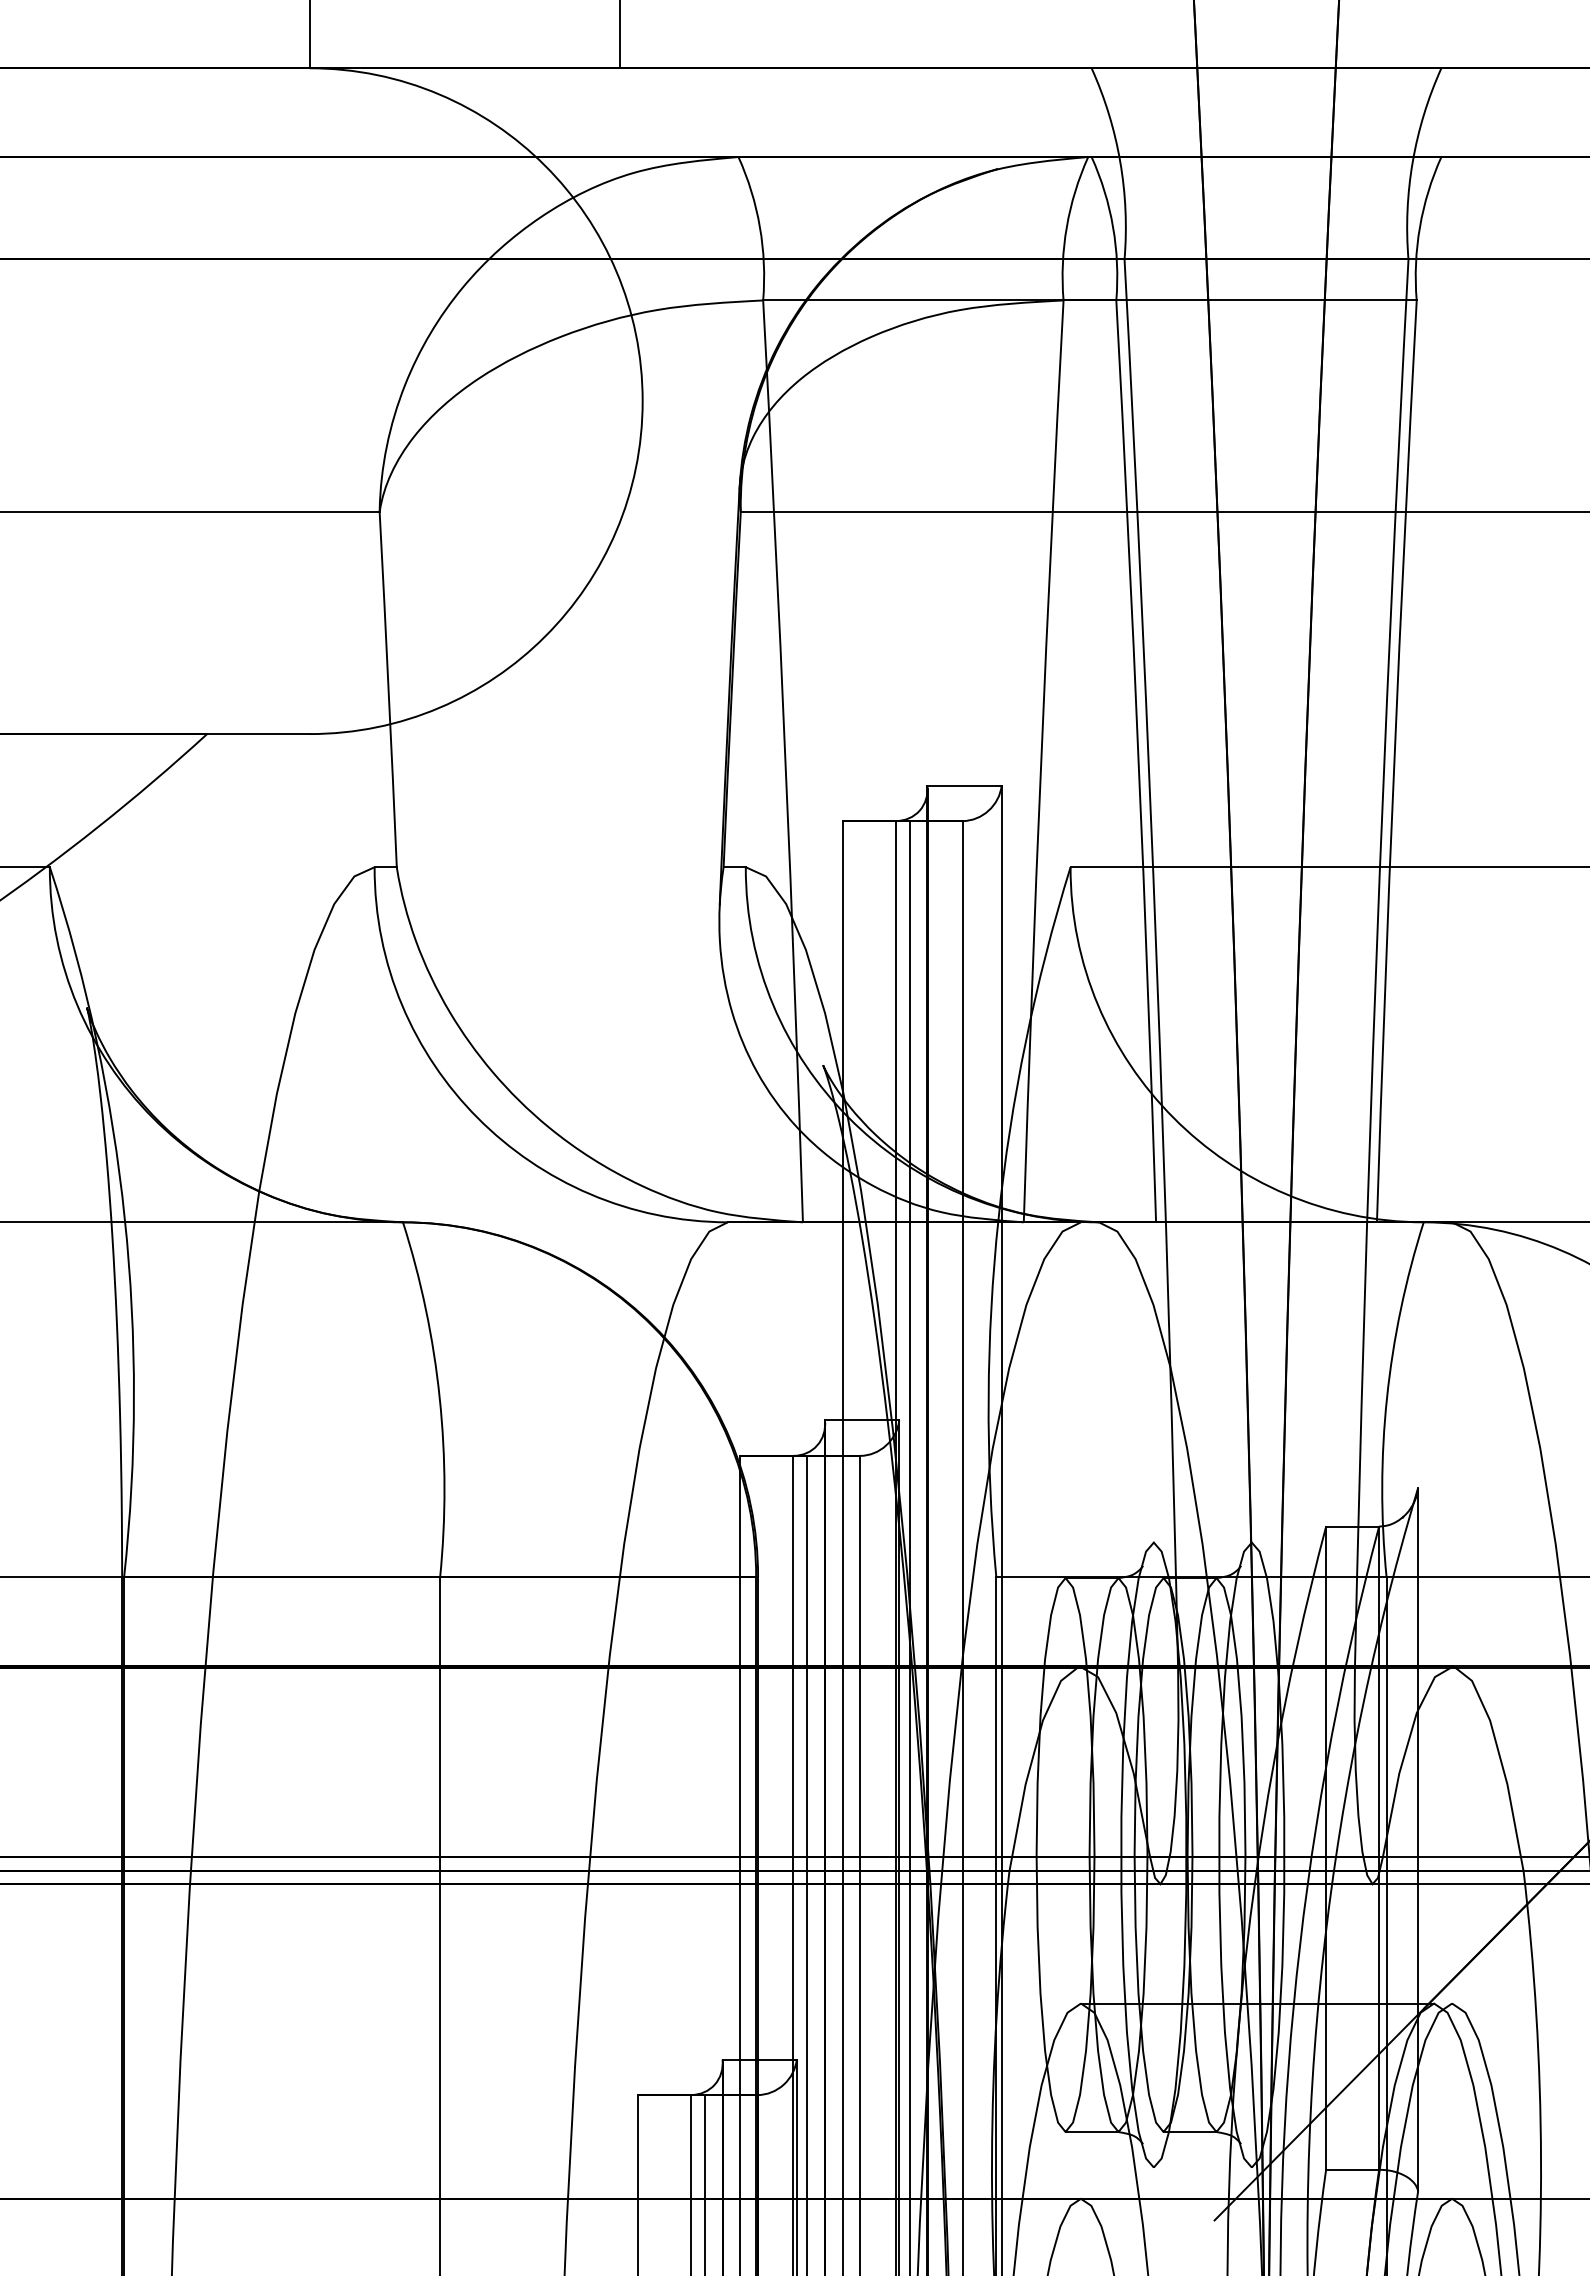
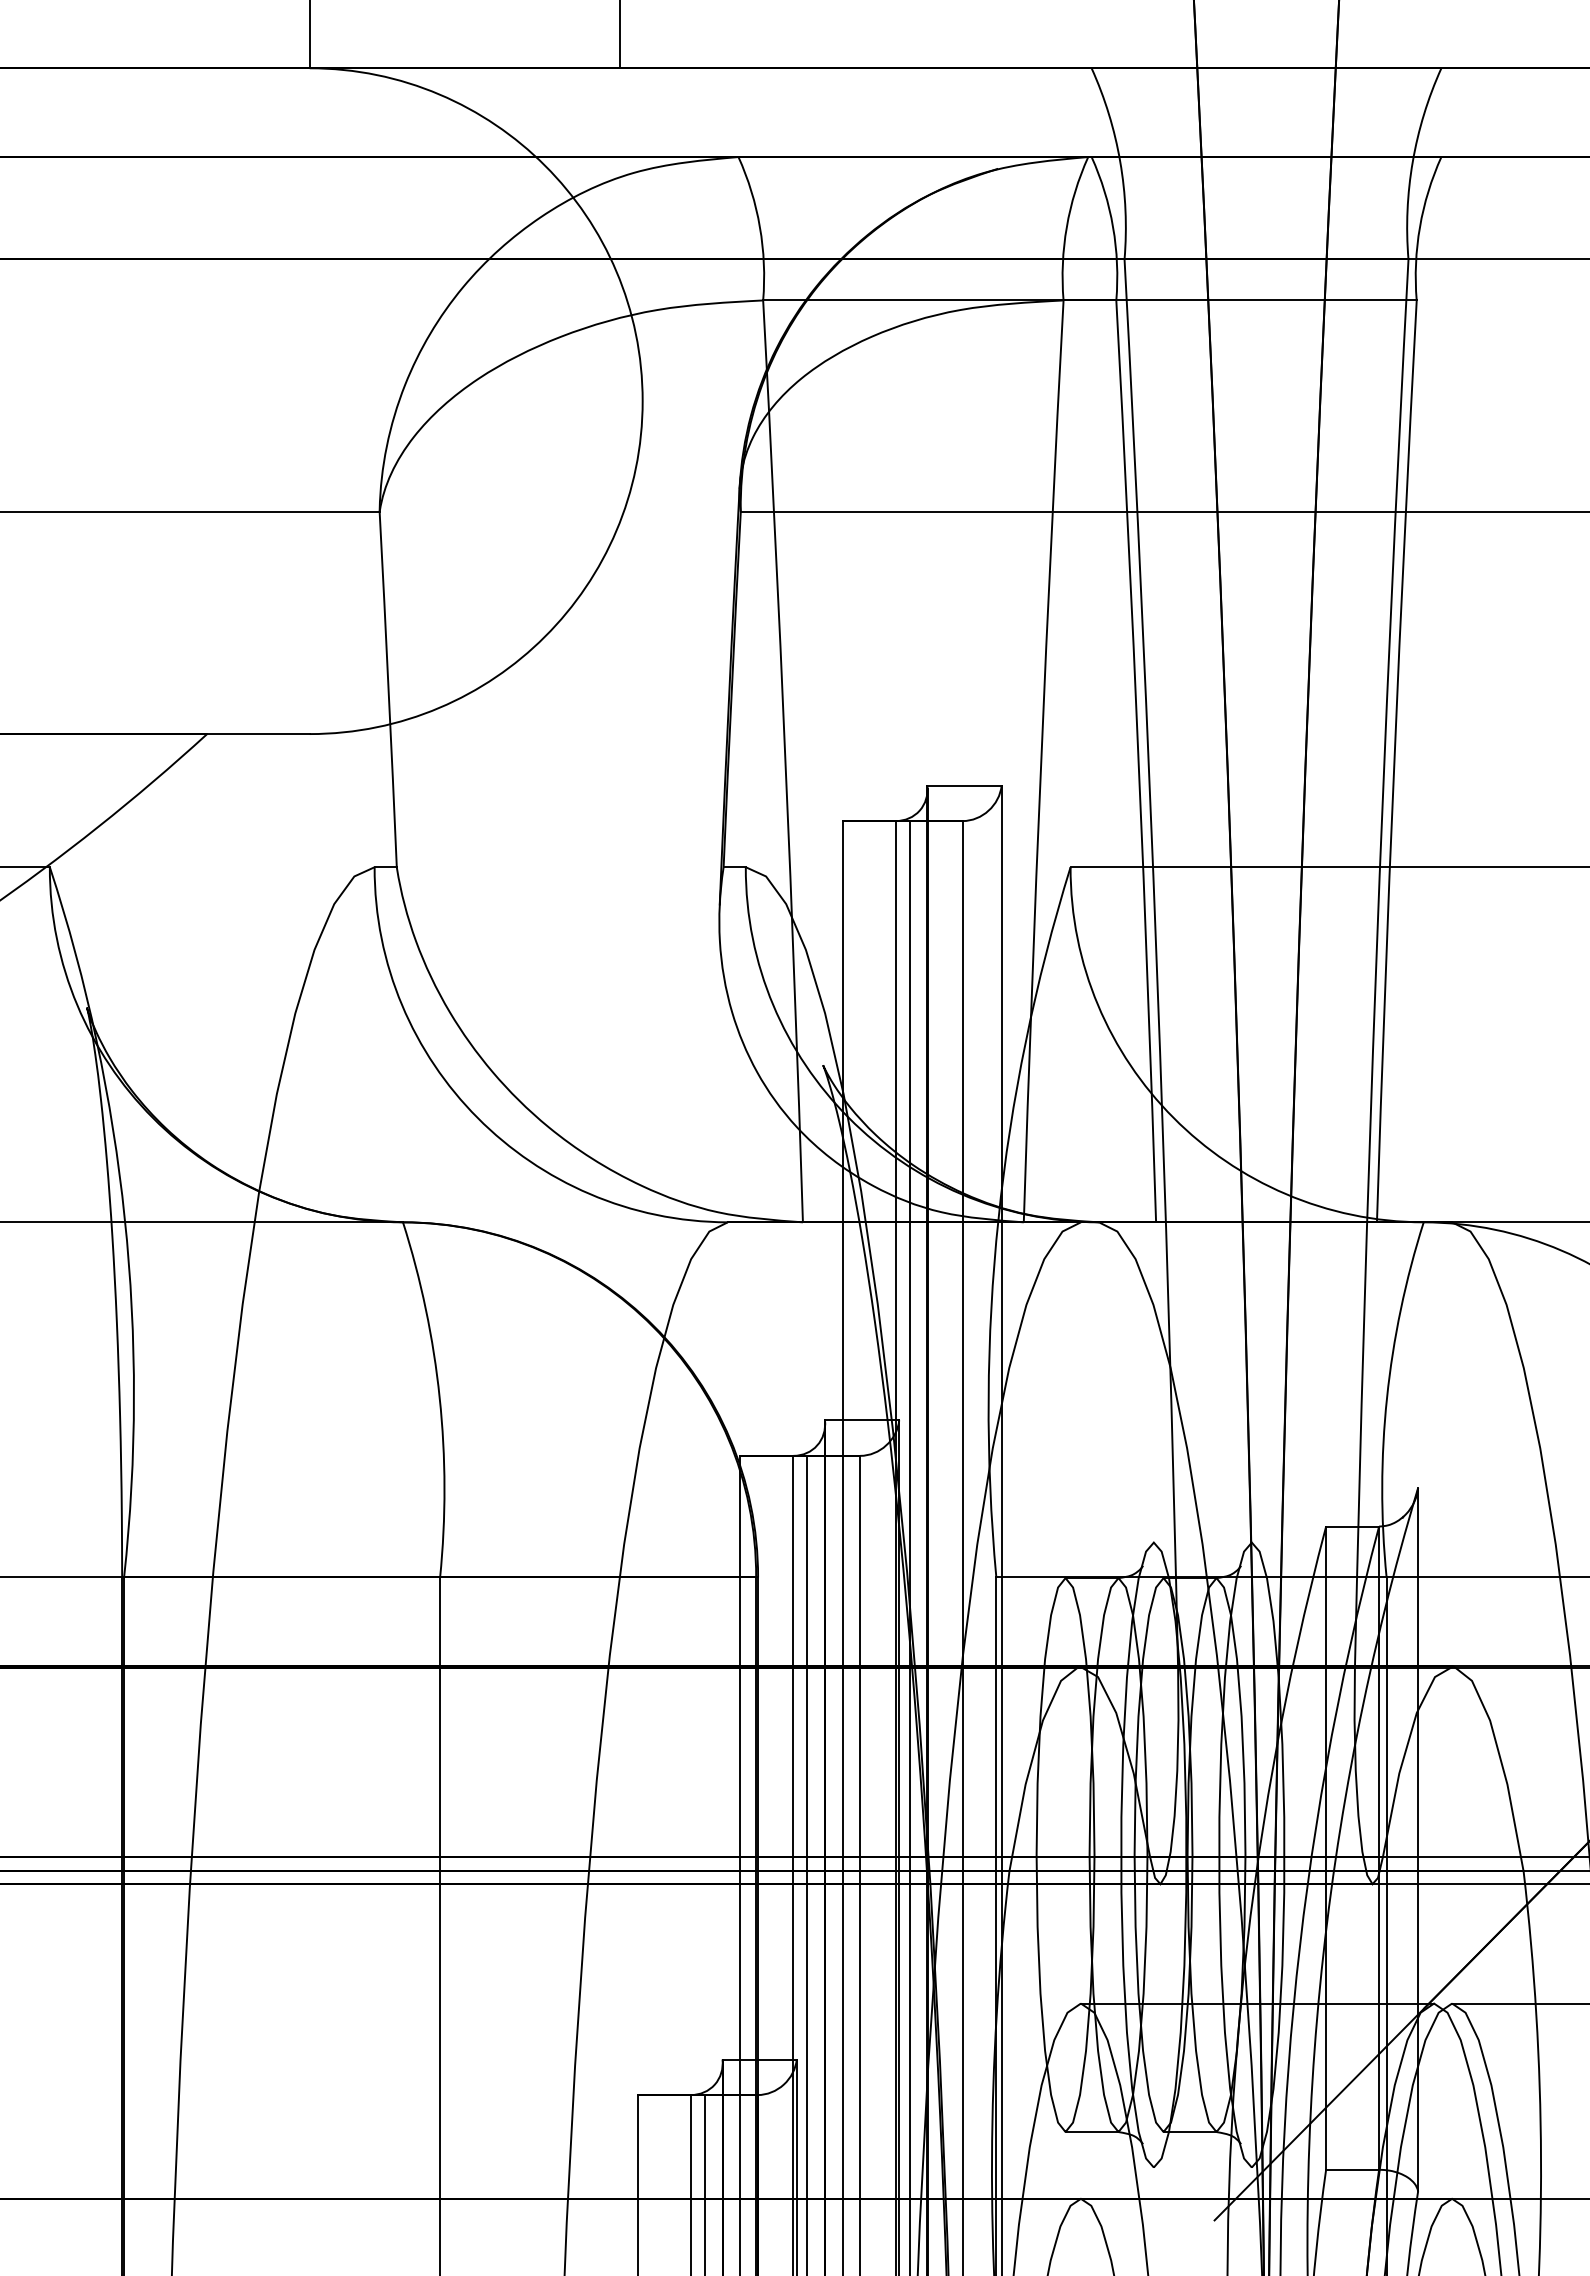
line at (1519, 2003): none -> present
